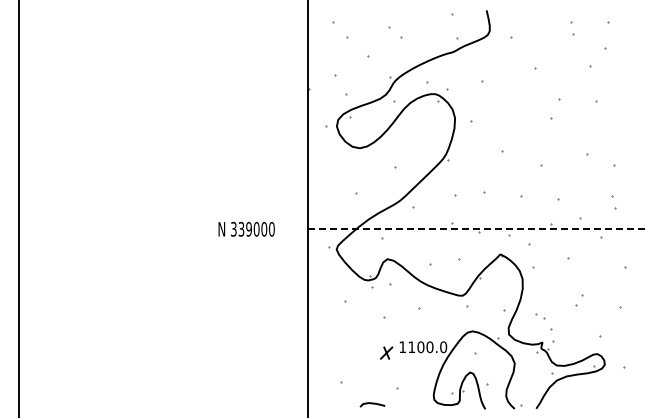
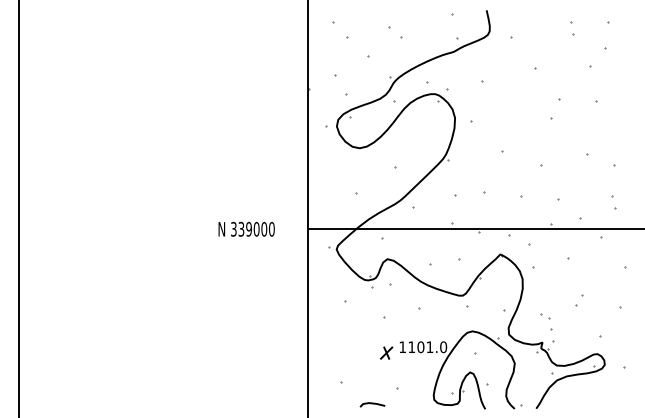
line at (476, 229): dashed -> solid
part at (540, 316) position: (540, 316) -> (545, 316)
text at (429, 347): 1100.0 -> 1101.0
